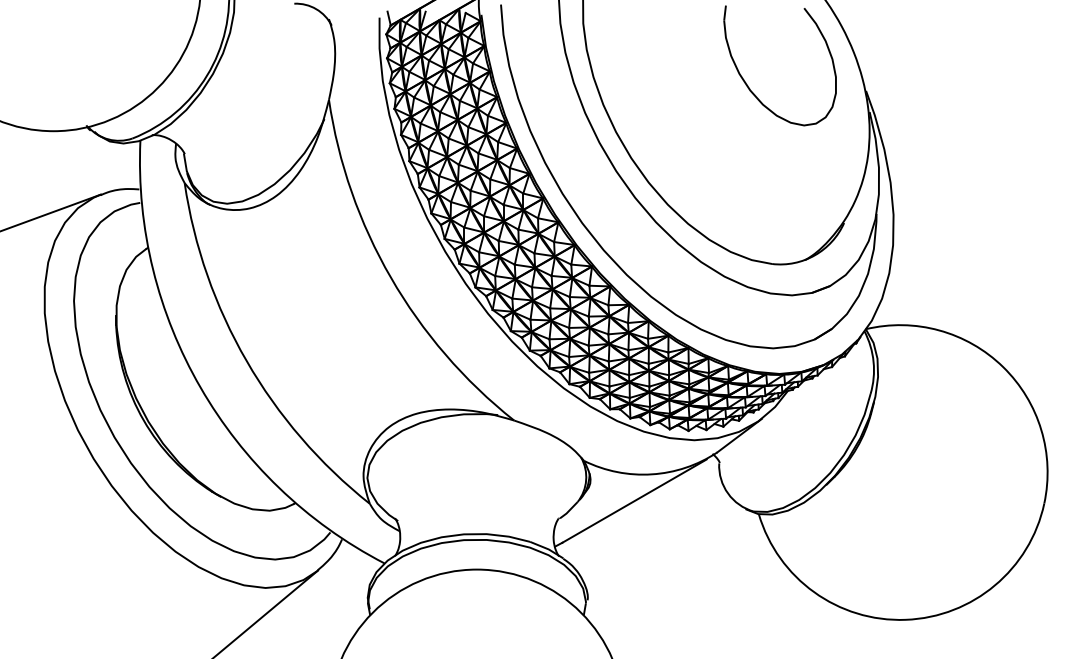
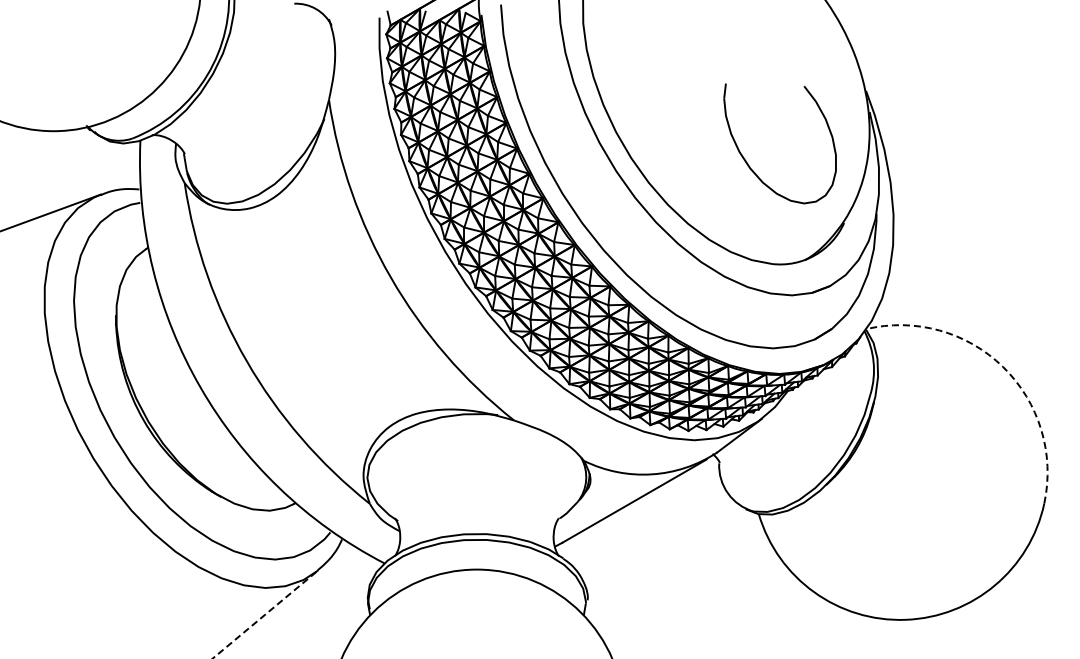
part at (748, 85) position: (748, 85) -> (748, 163)
arc at (1003, 367): solid -> dashed
line at (265, 614): solid -> dashed
